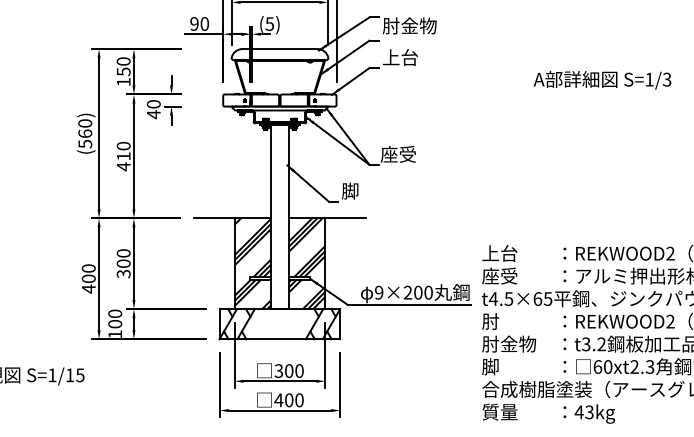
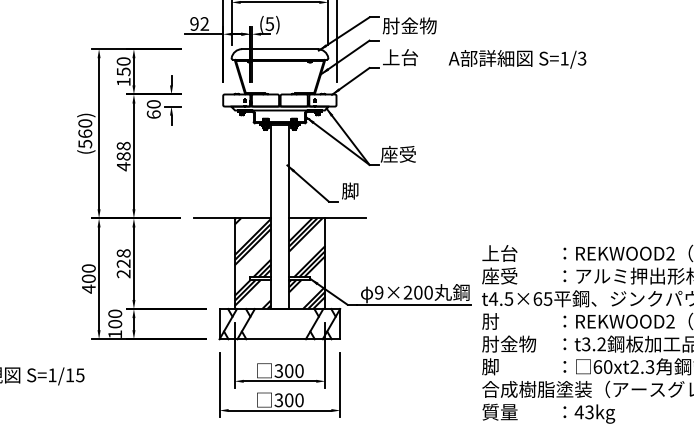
text at (204, 23): 90 -> 92
text at (602, 80) position: (602, 80) -> (517, 59)
text at (153, 114): 40 -> 60
text at (123, 150): 410 -> 488
text at (123, 263): 300 -> 228
text at (278, 400): 400 -> 300
